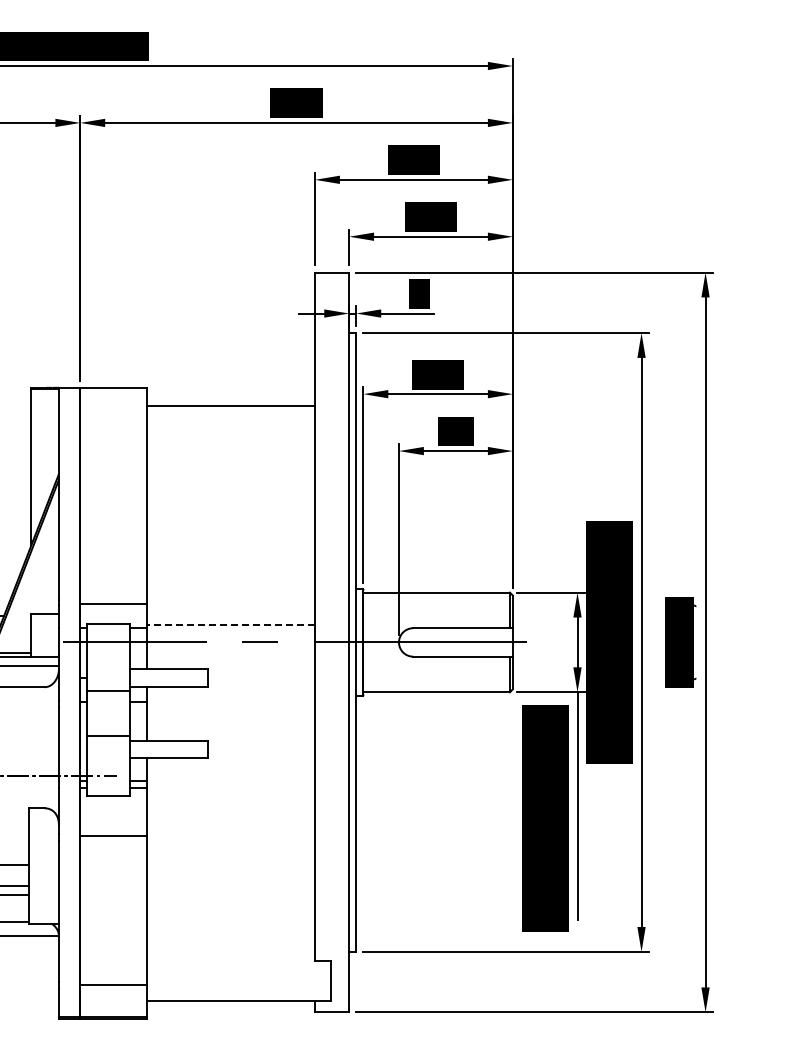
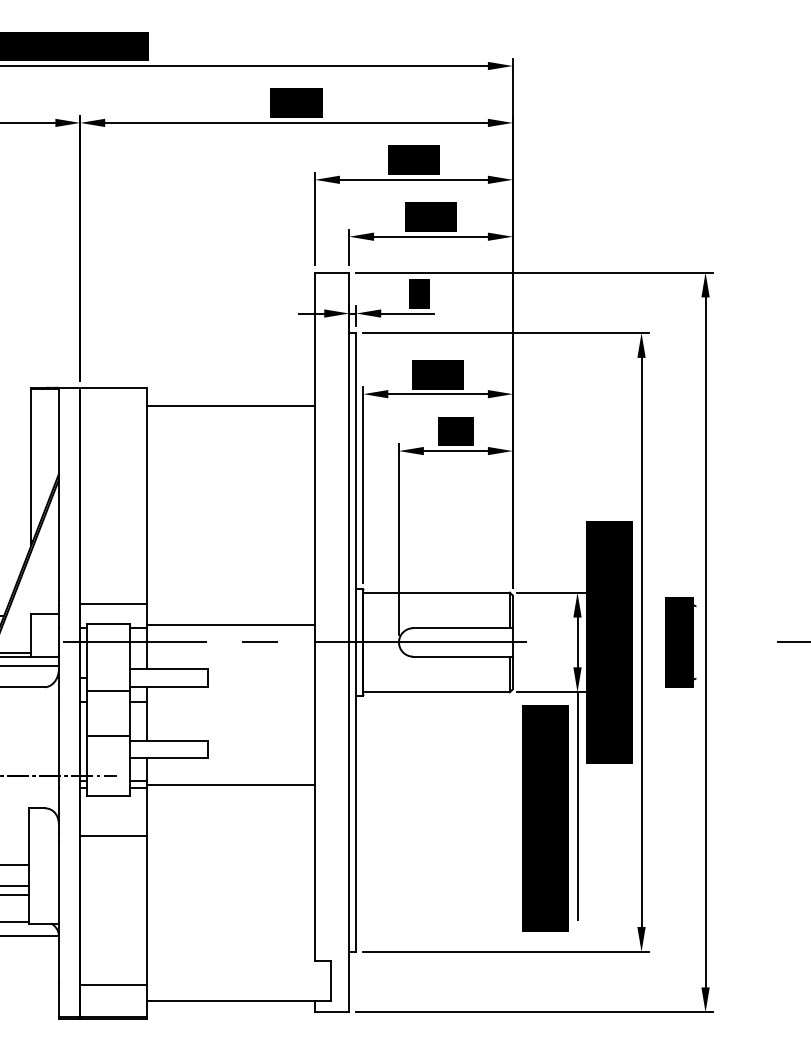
line at (231, 625): dashed -> solid
line at (791, 642): none -> present
line at (231, 785): none -> present
